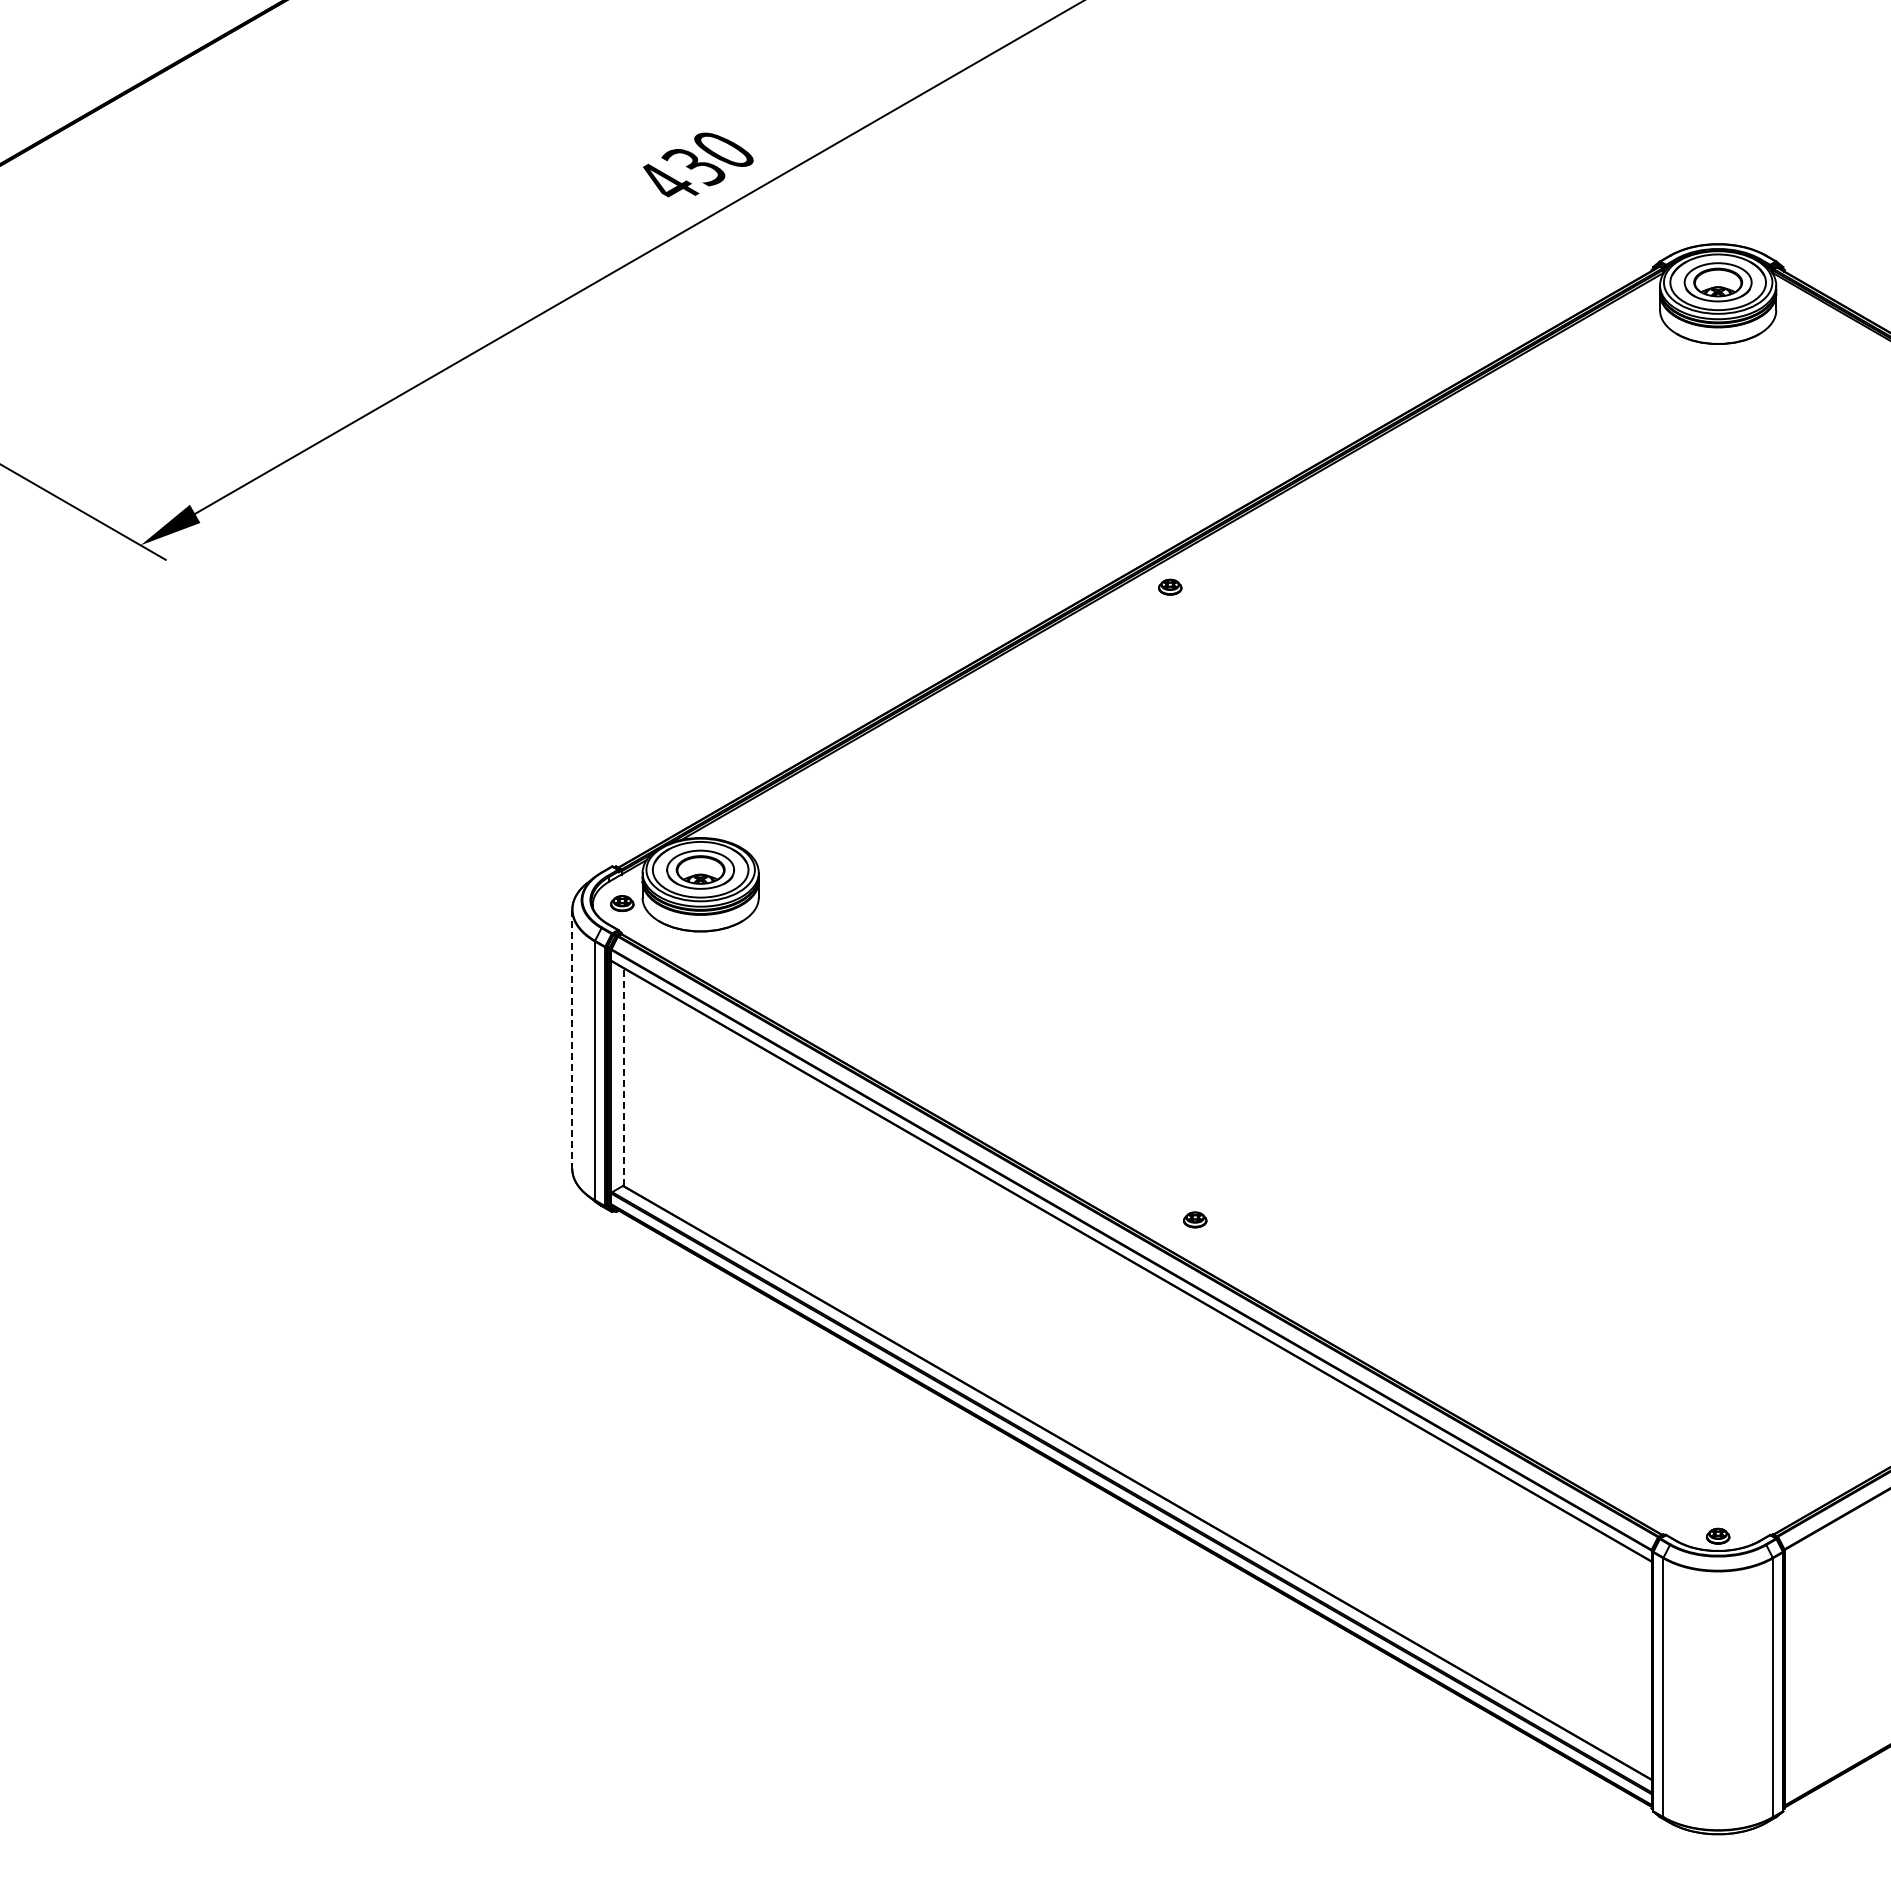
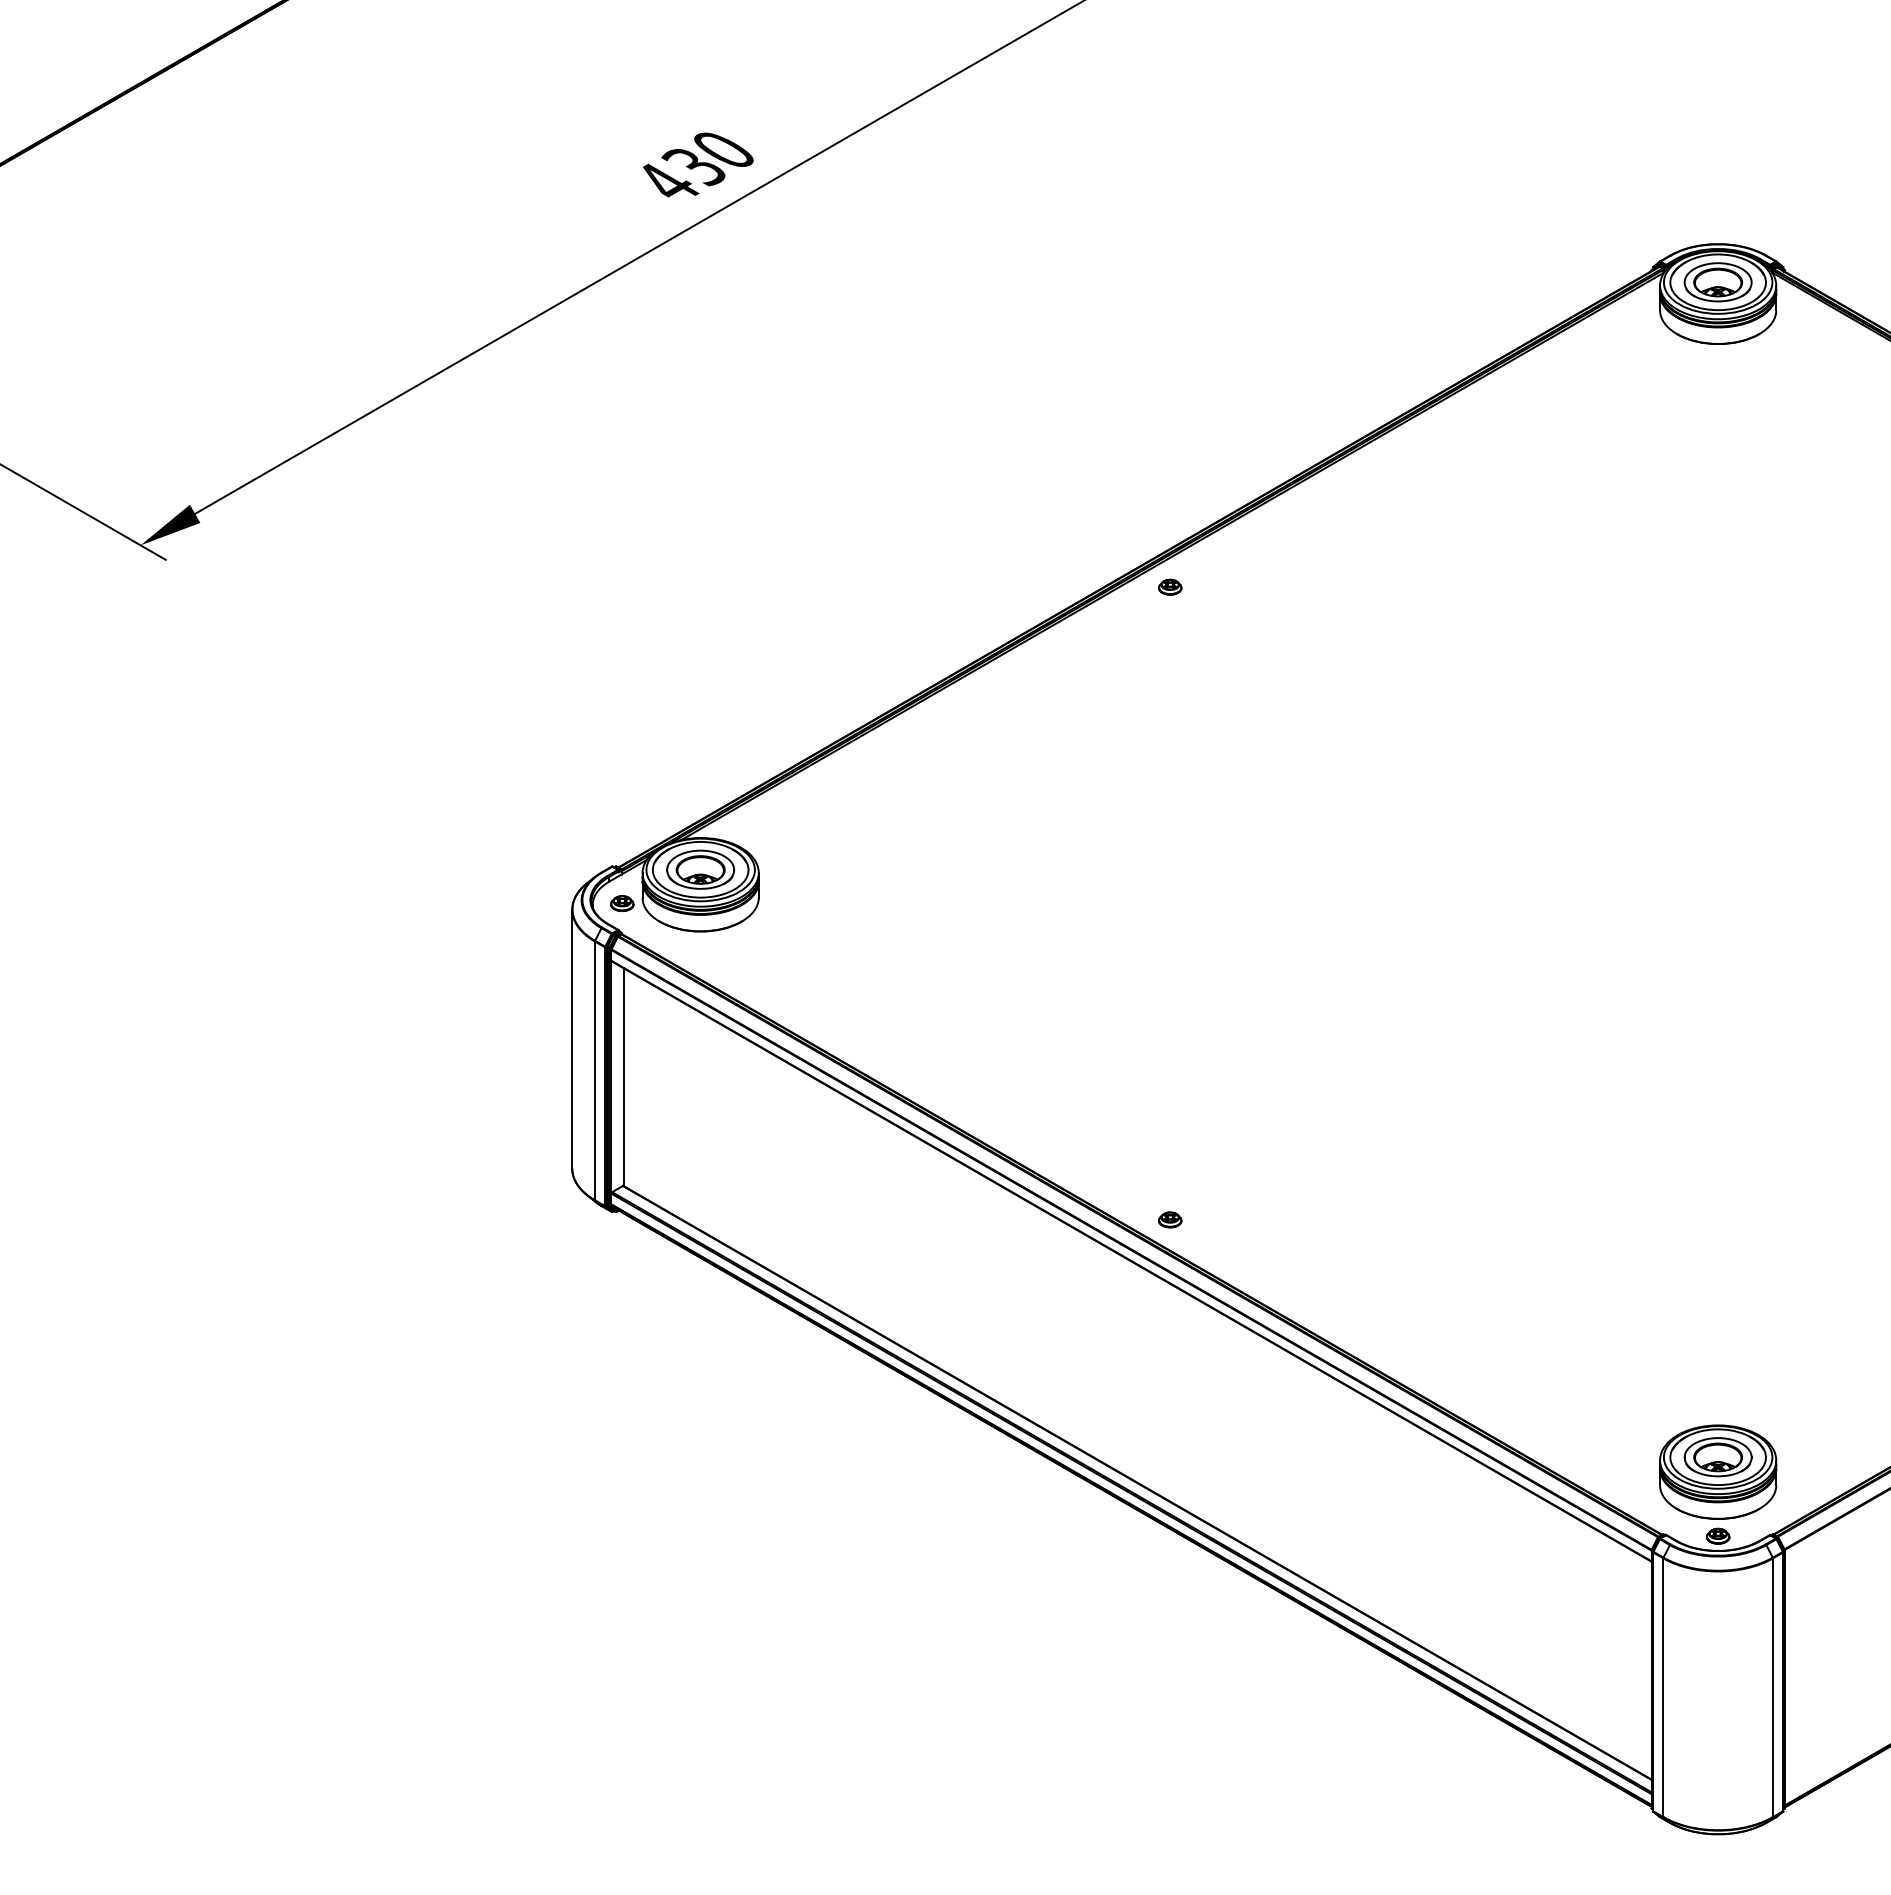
line at (572, 1039): dashed -> solid
line at (623, 1077): dashed -> solid
part at (1195, 1219) position: (1195, 1219) -> (1170, 1219)
part at (1718, 1471): none -> present
